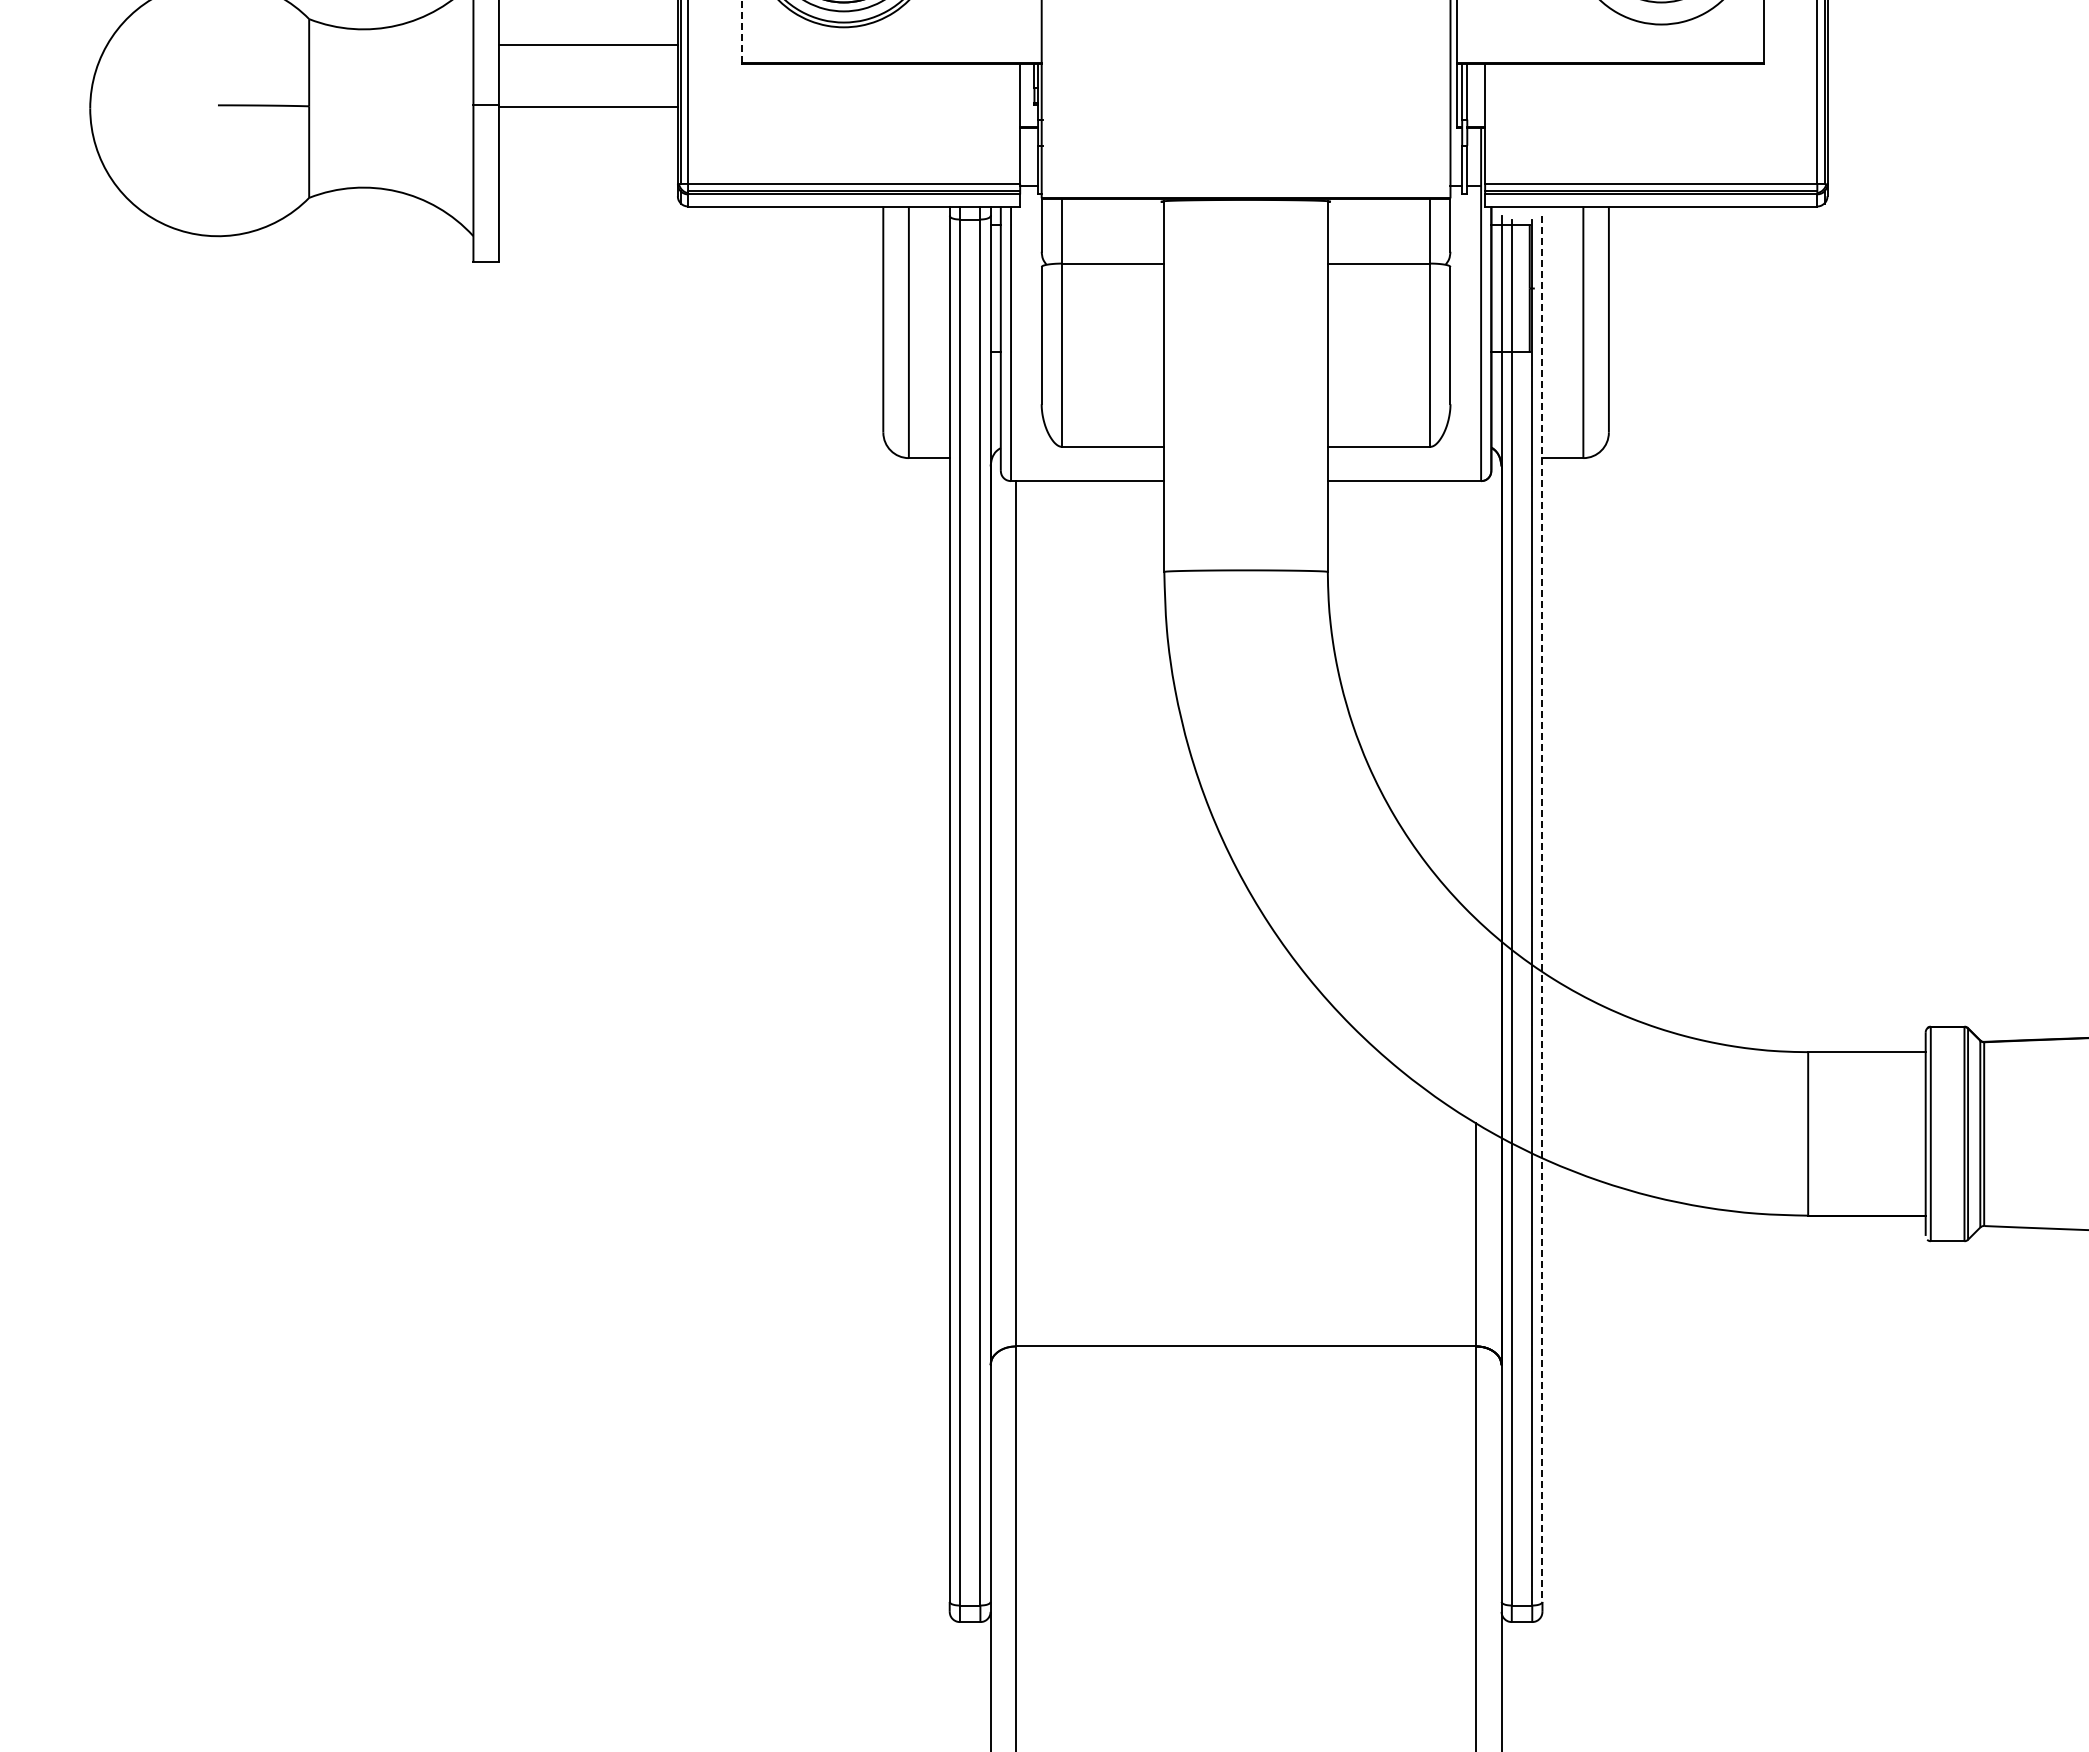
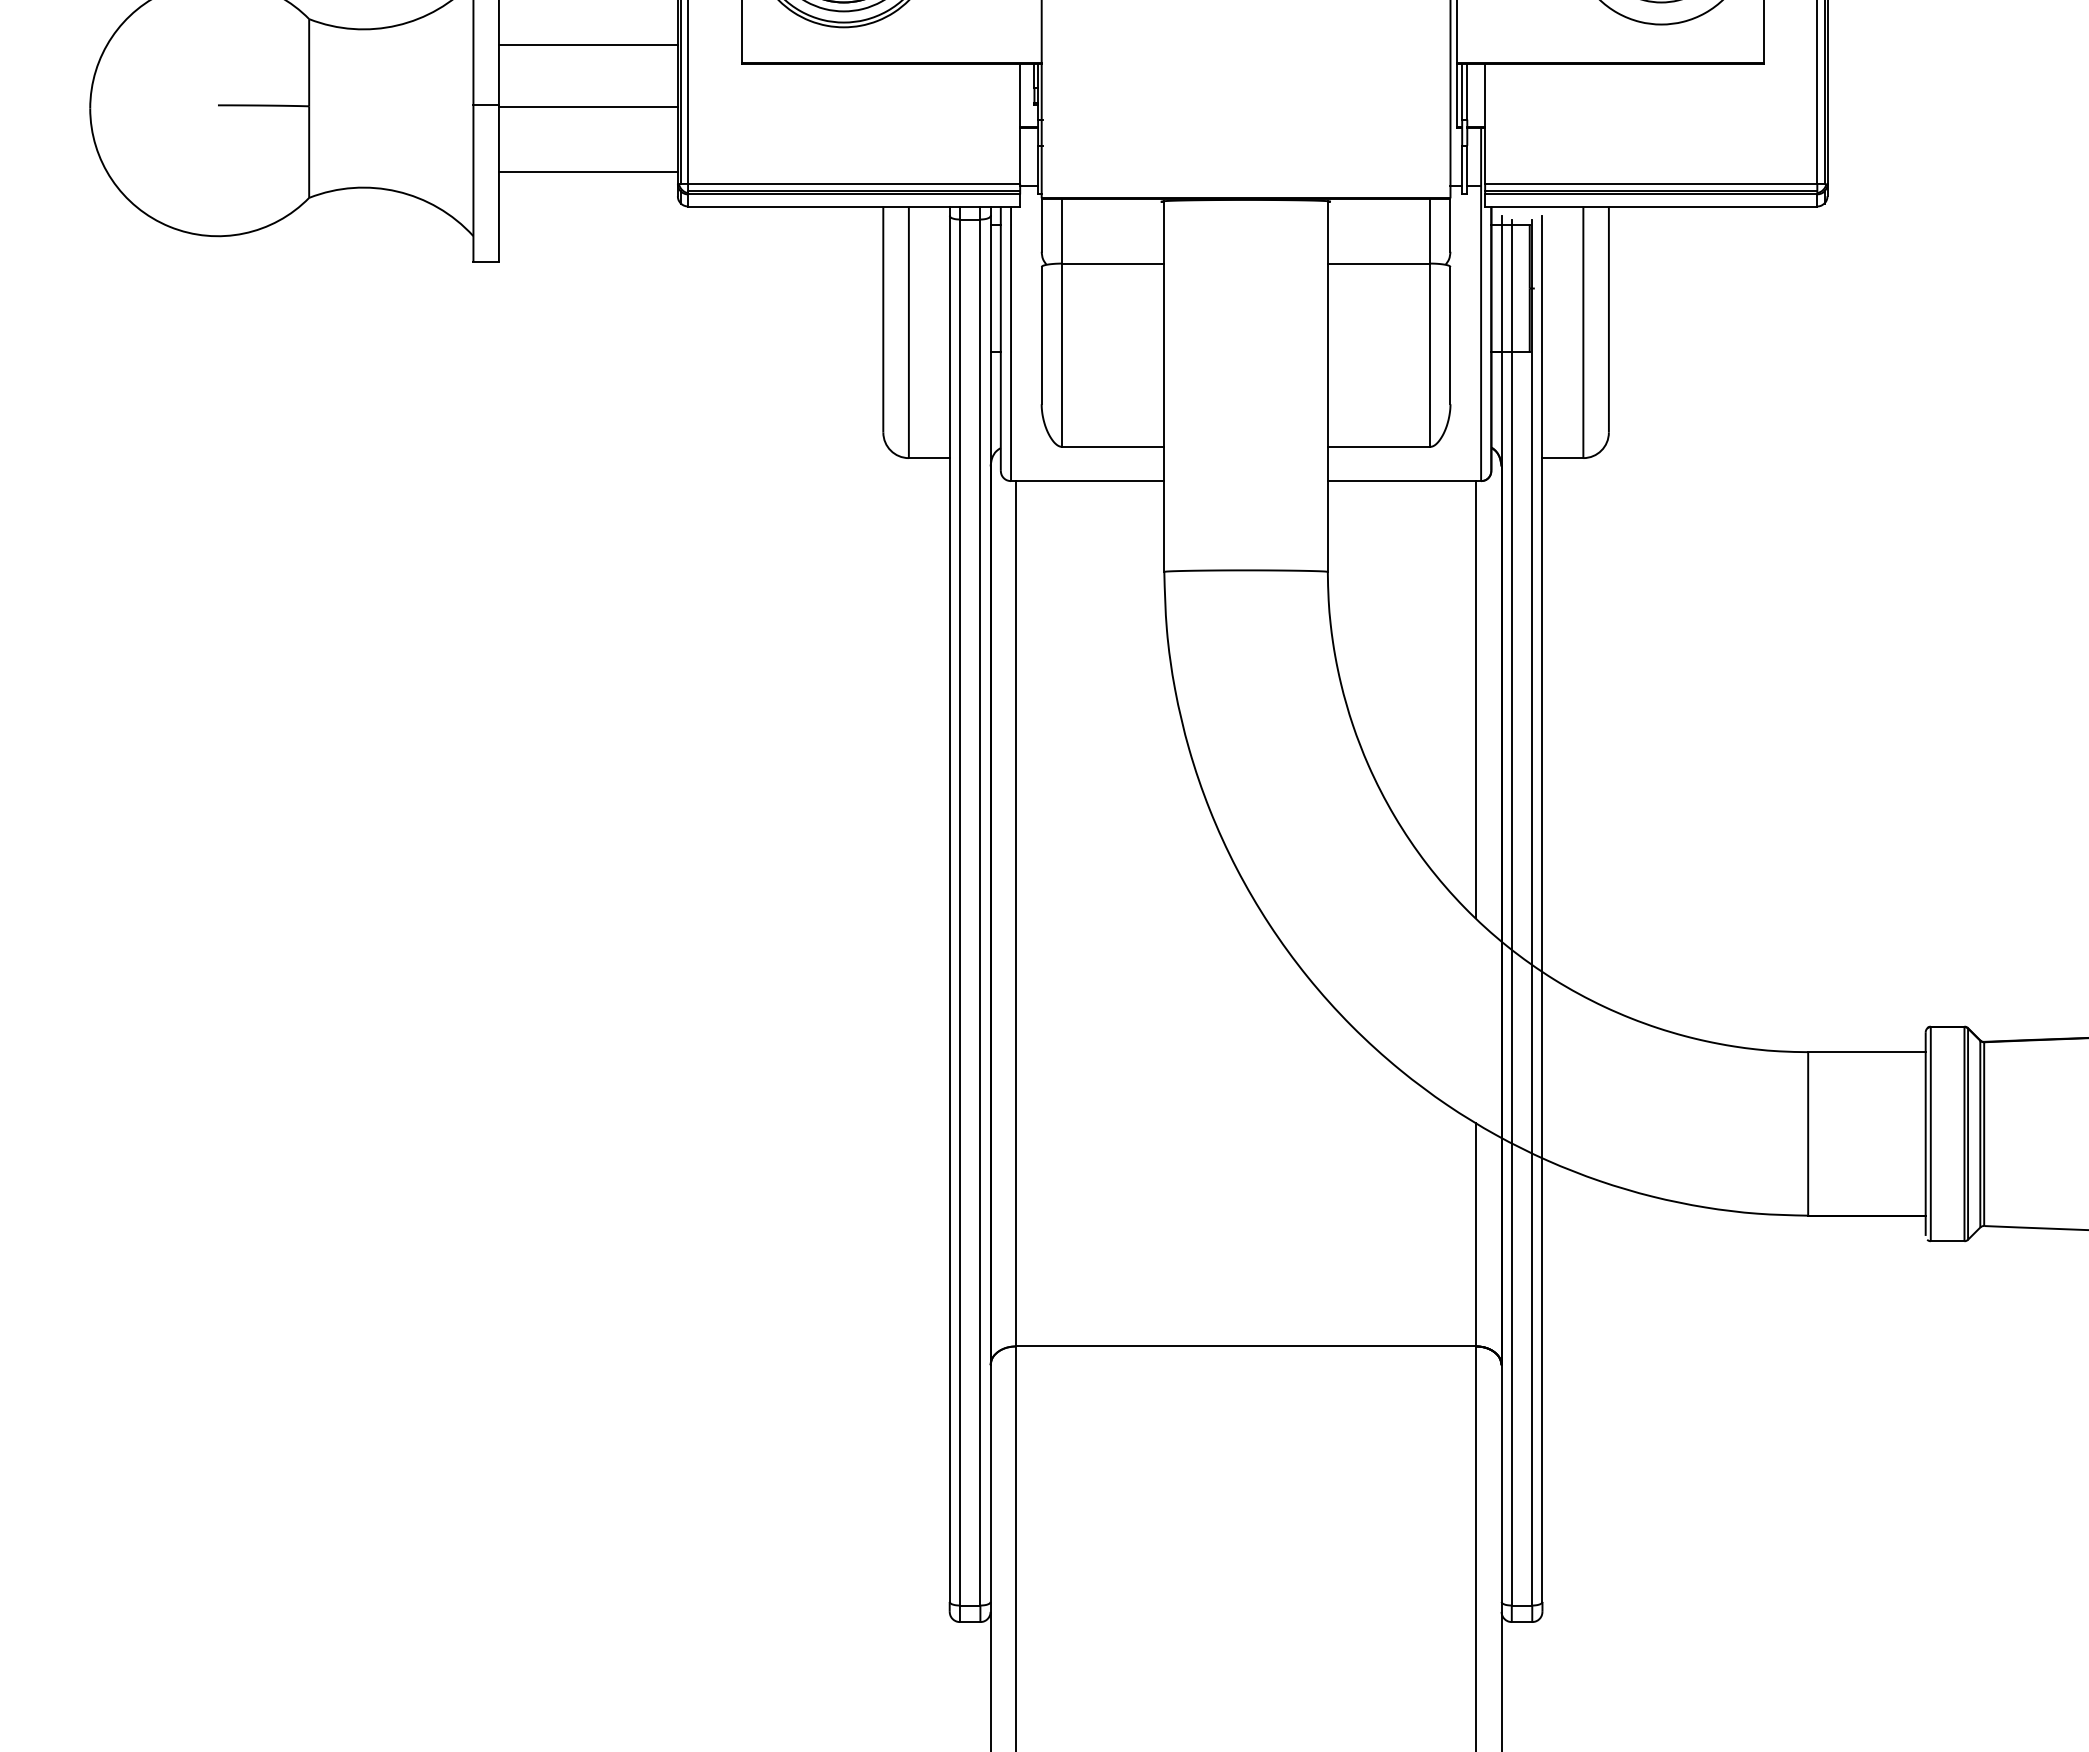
line at (741, 31): dashed -> solid
line at (587, 172): none -> present
line at (1476, 699): none -> present
line at (1542, 909): dashed -> solid
